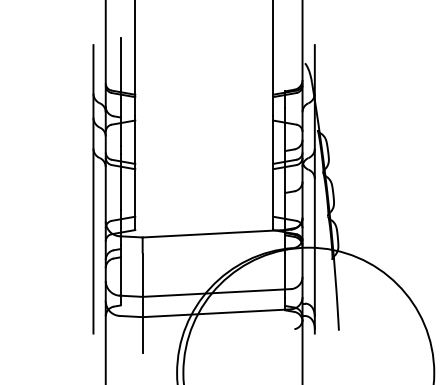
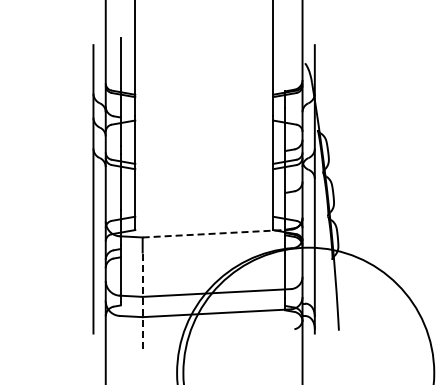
line at (217, 233): solid -> dashed
line at (142, 303): solid -> dashed
